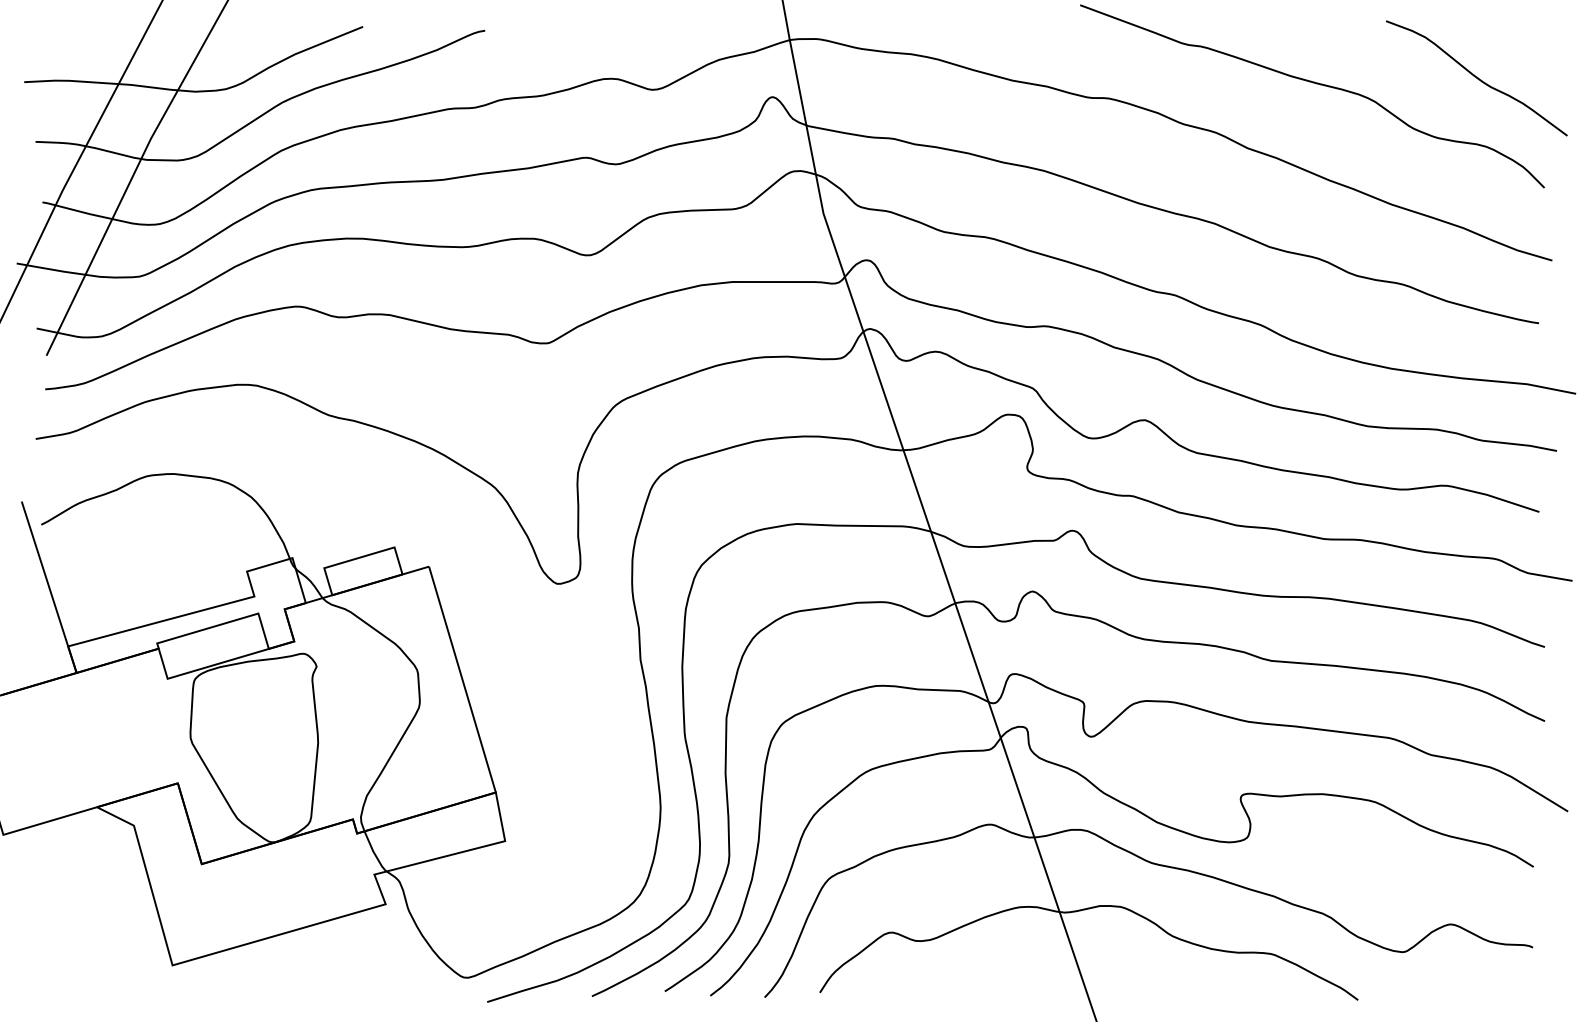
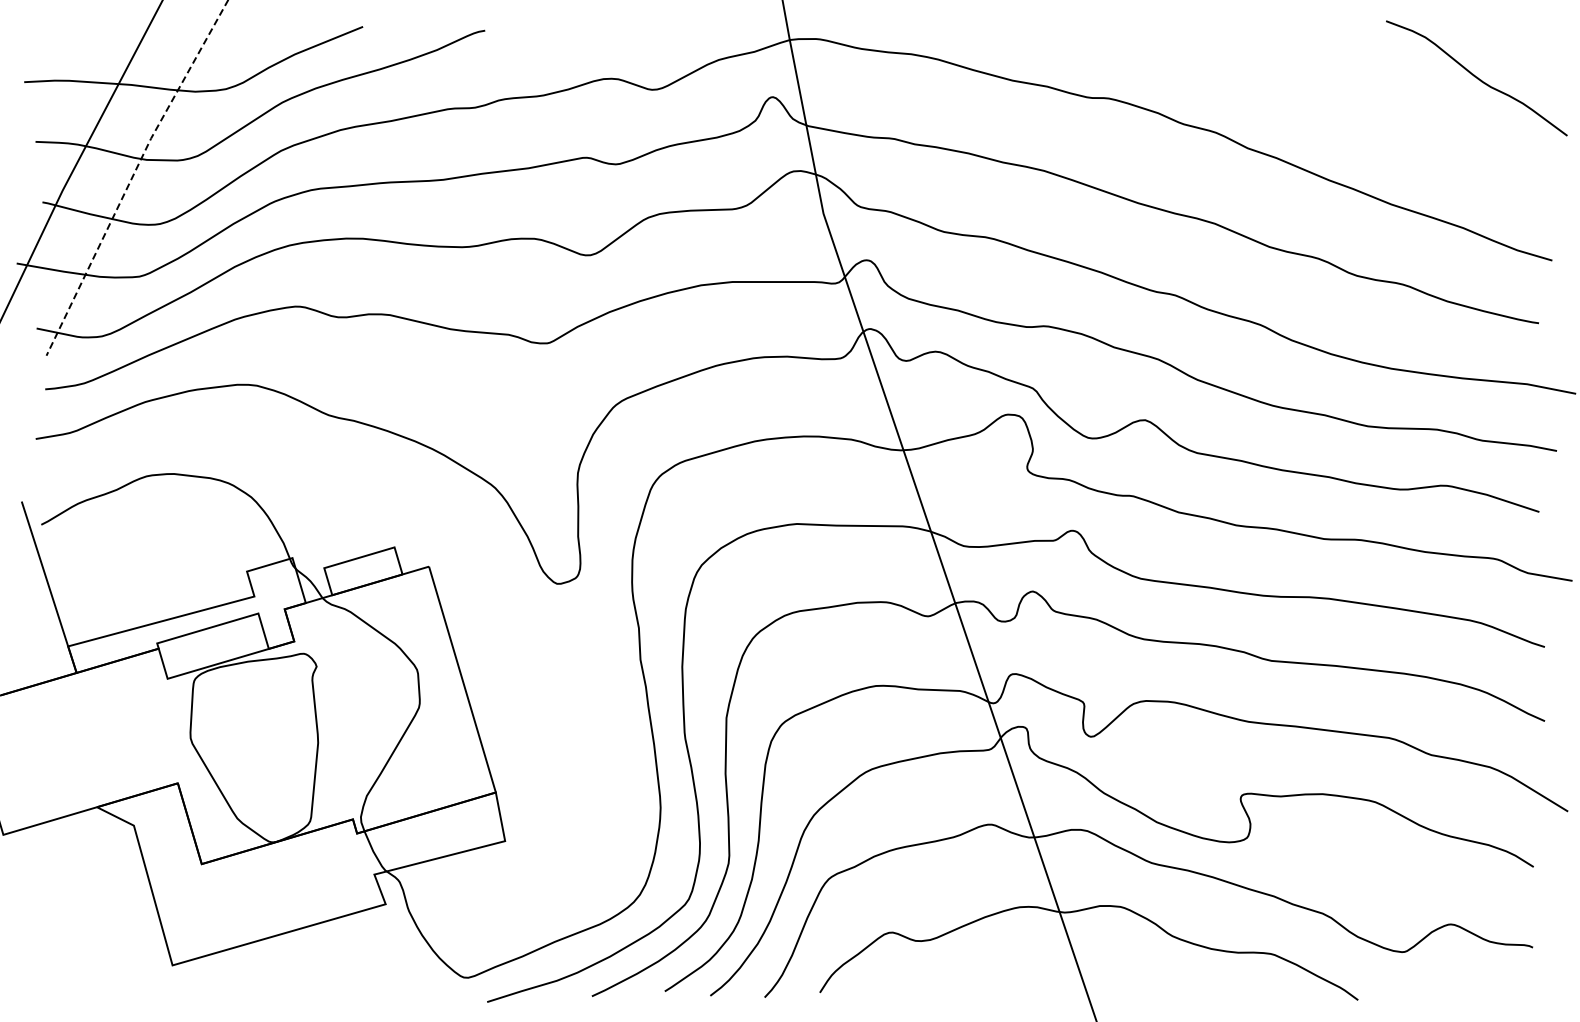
curve at (1316, 84): present -> none
line at (132, 176): solid -> dashed
